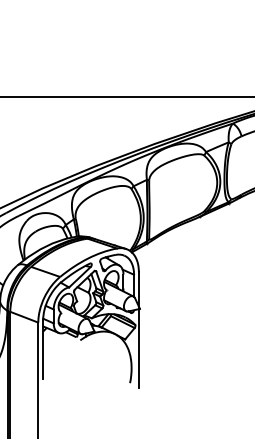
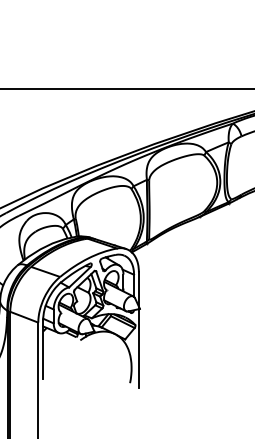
line at (126, 96) position: (126, 96) -> (126, 88)
